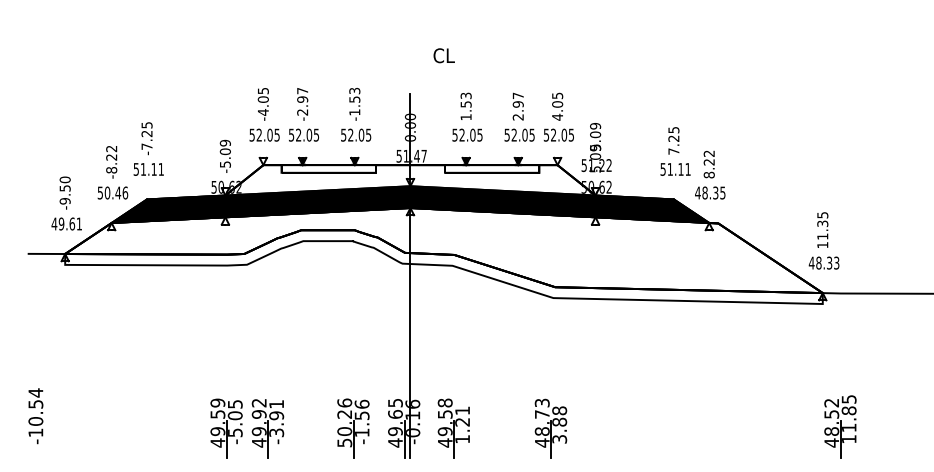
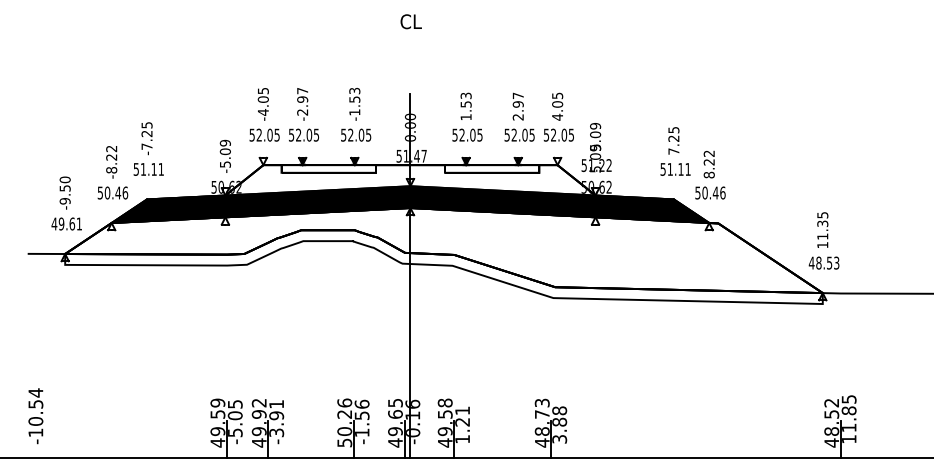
text at (443, 55) position: (443, 55) -> (410, 21)
text at (710, 192): 48.35 -> 50.46
text at (829, 262): 48.33 -> 48.53
line at (466, 457): none -> present
